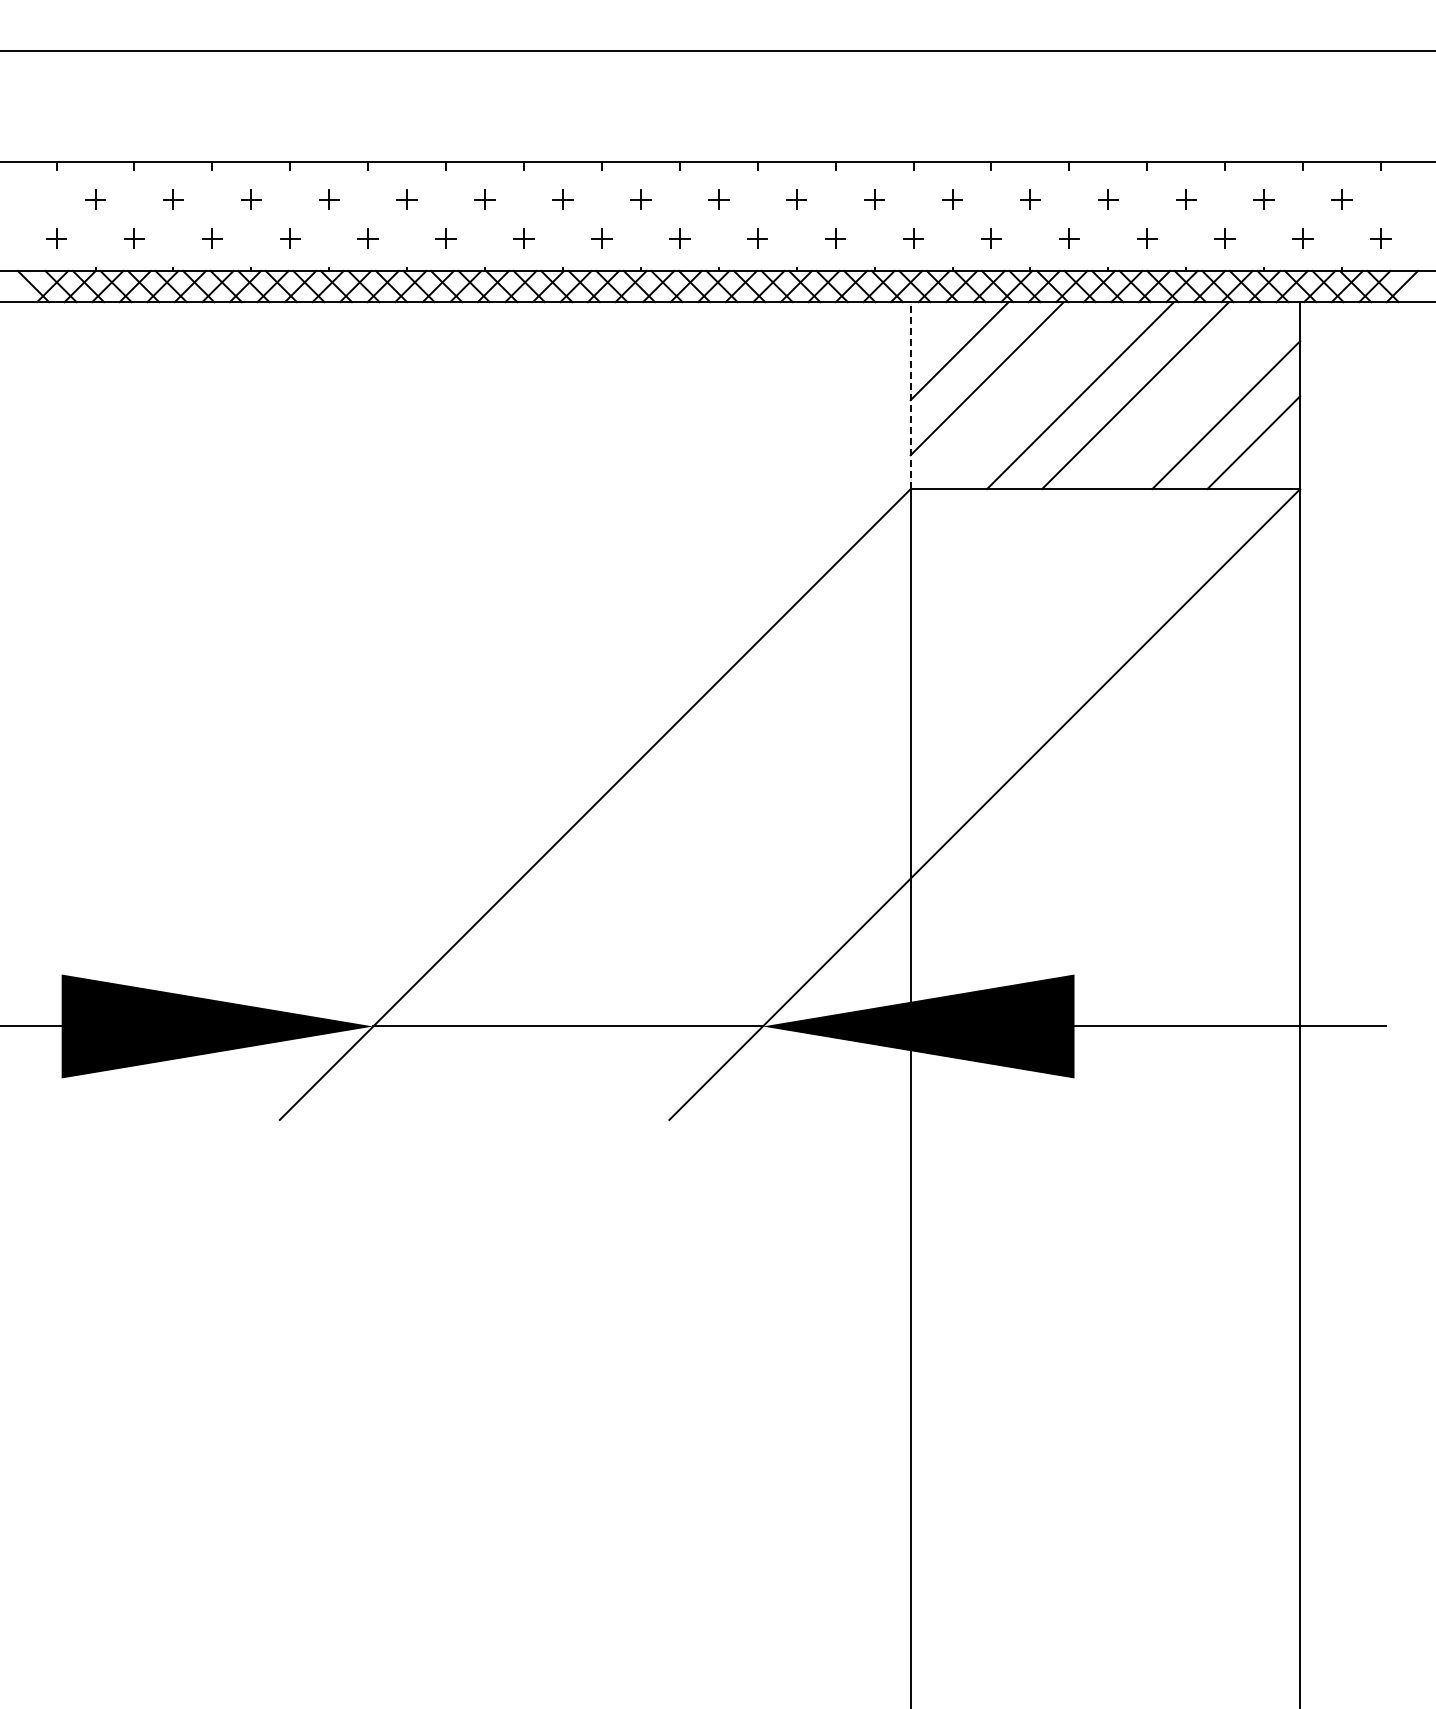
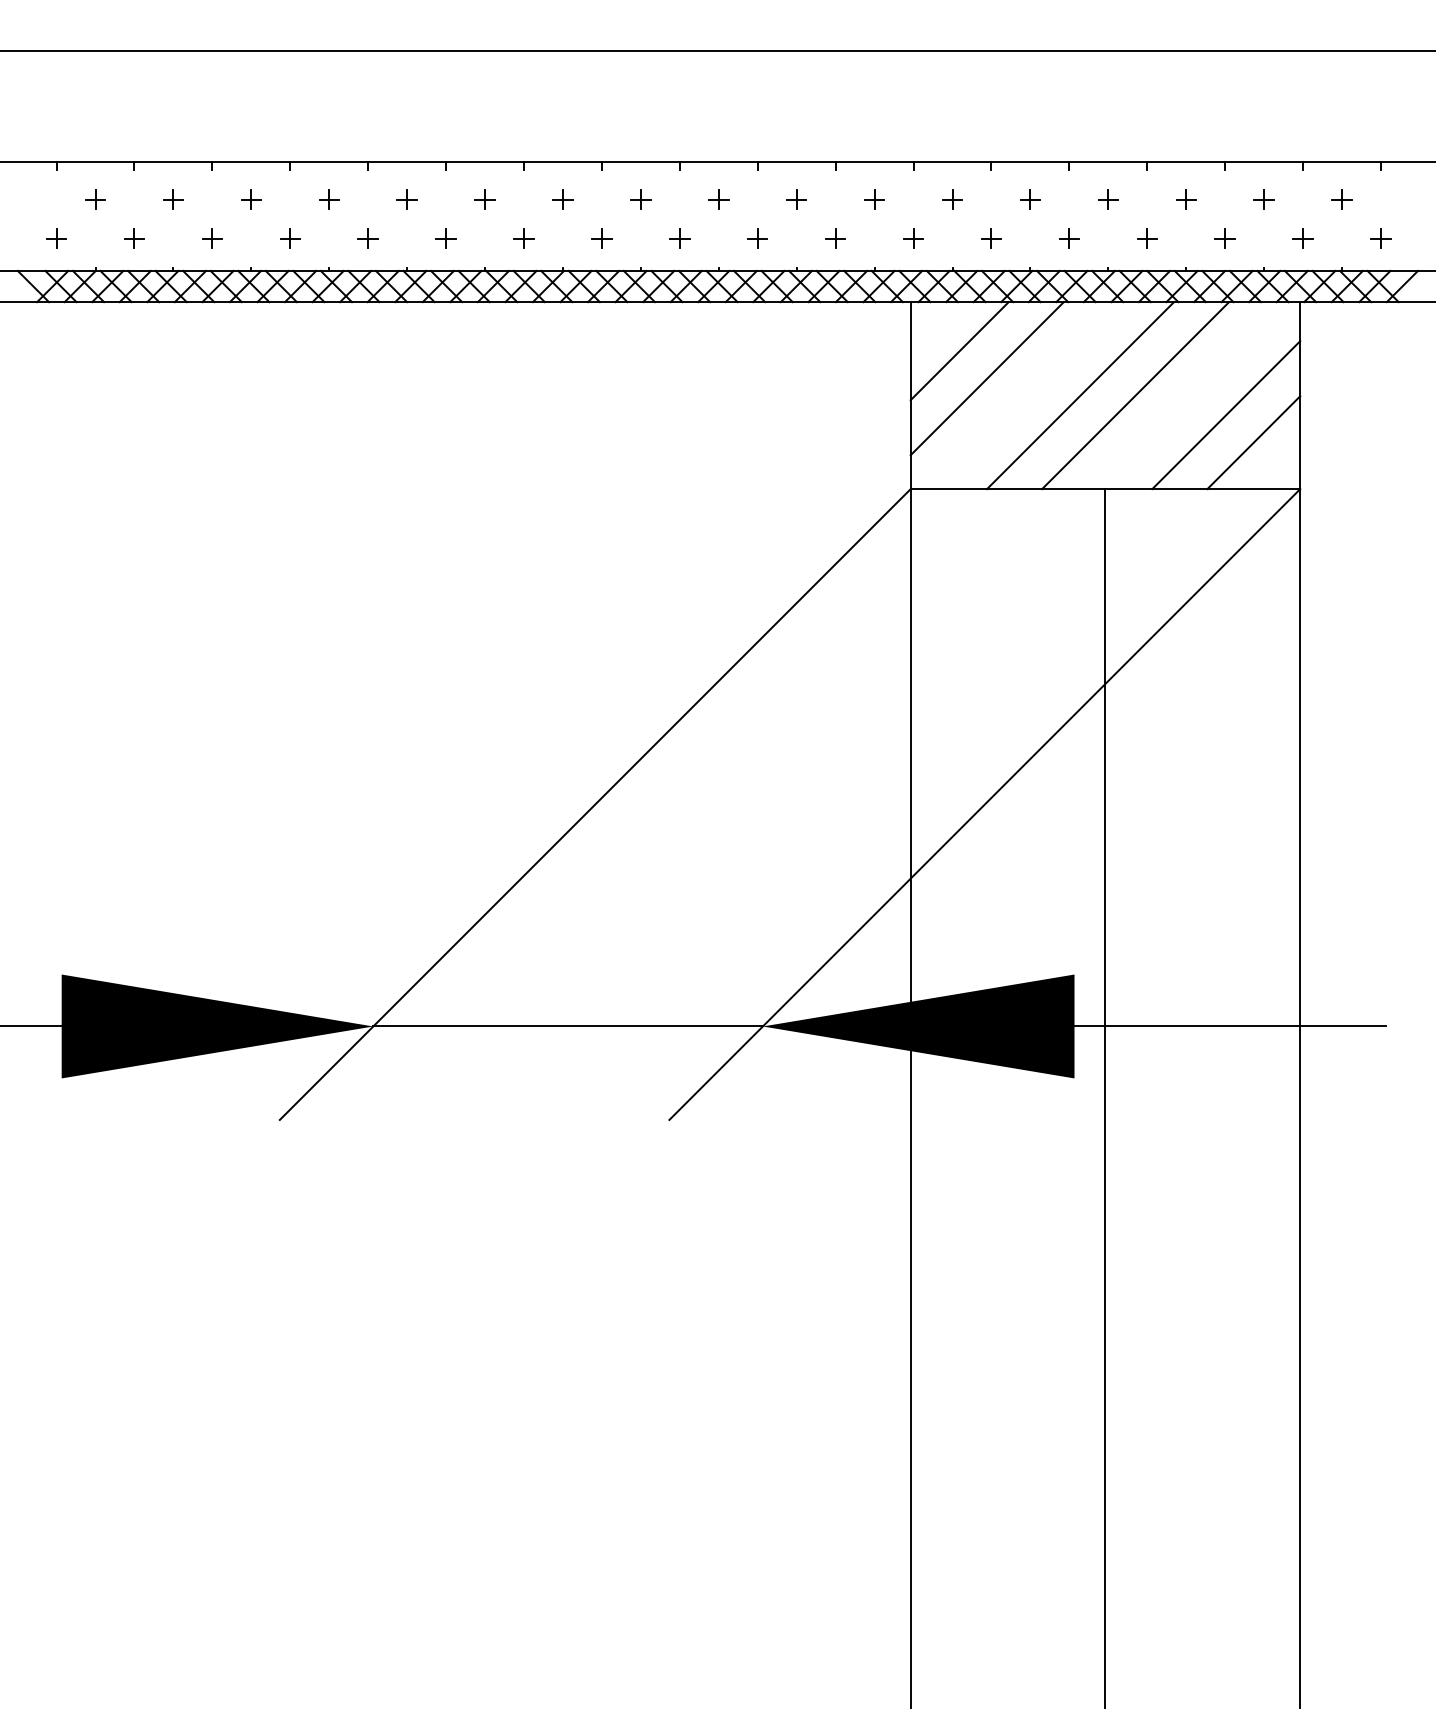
line at (910, 395): dashed -> solid
line at (1105, 1097): none -> present
